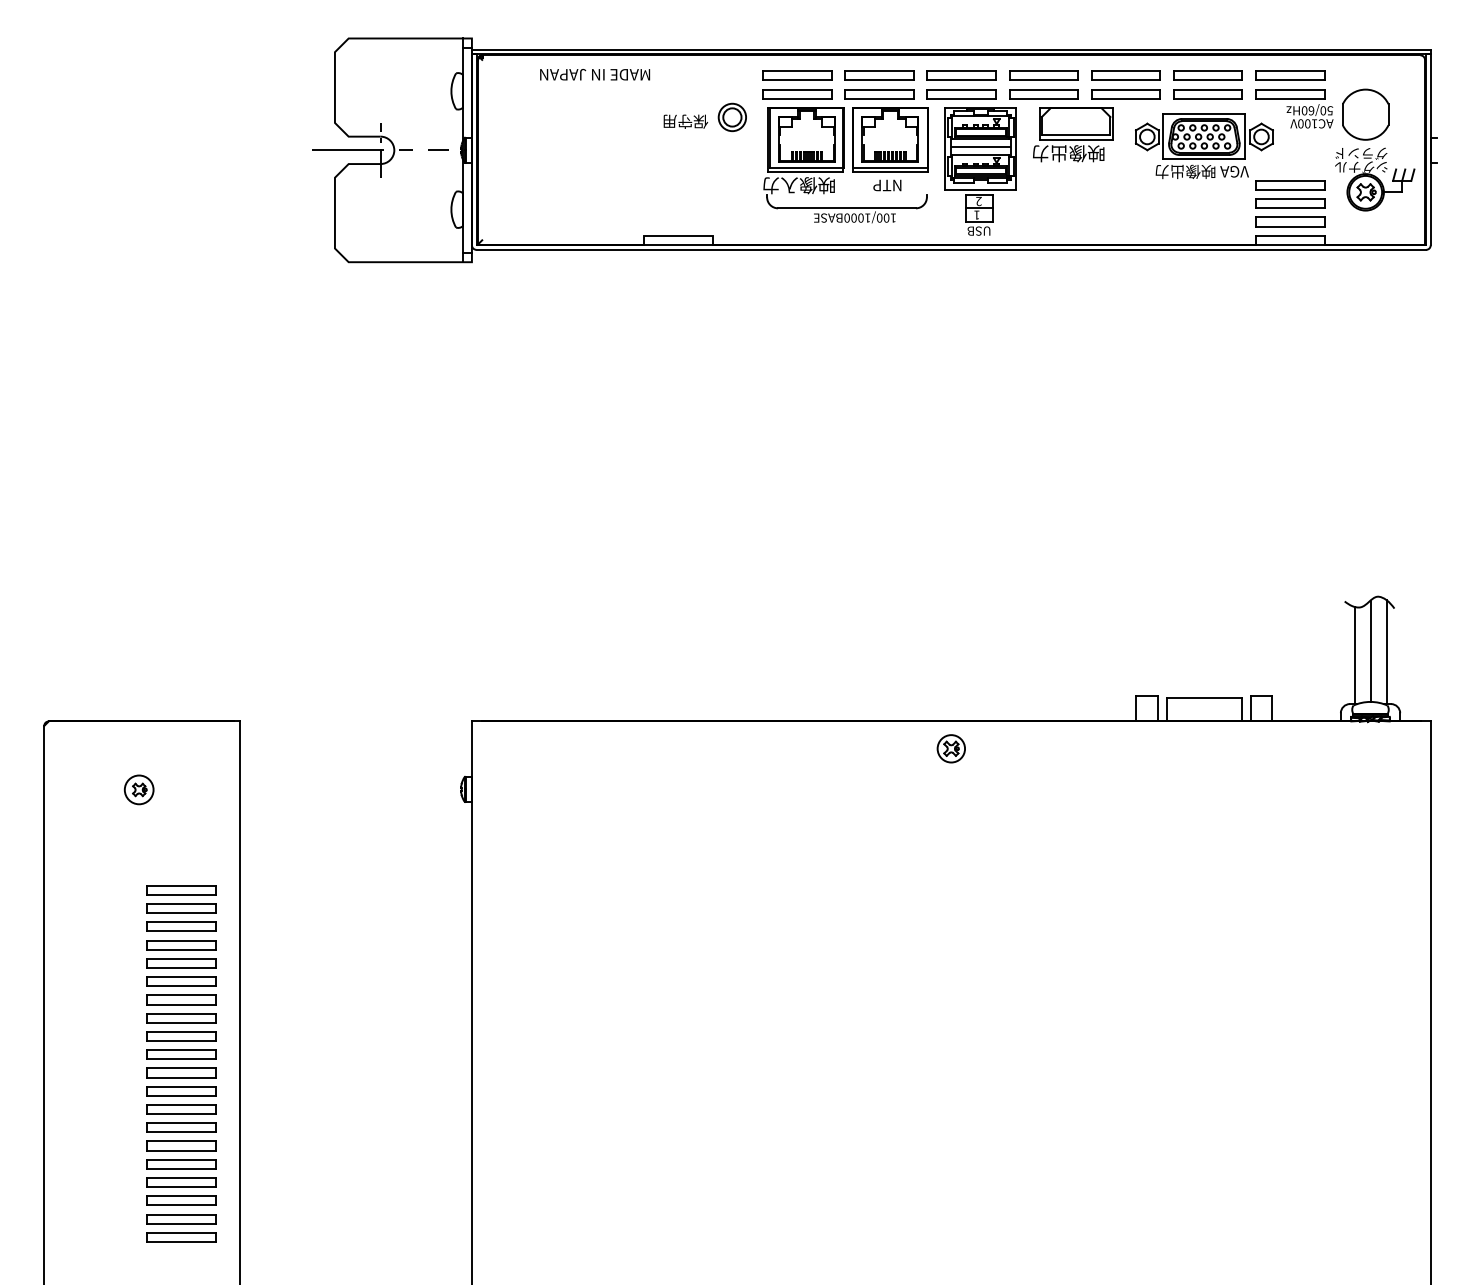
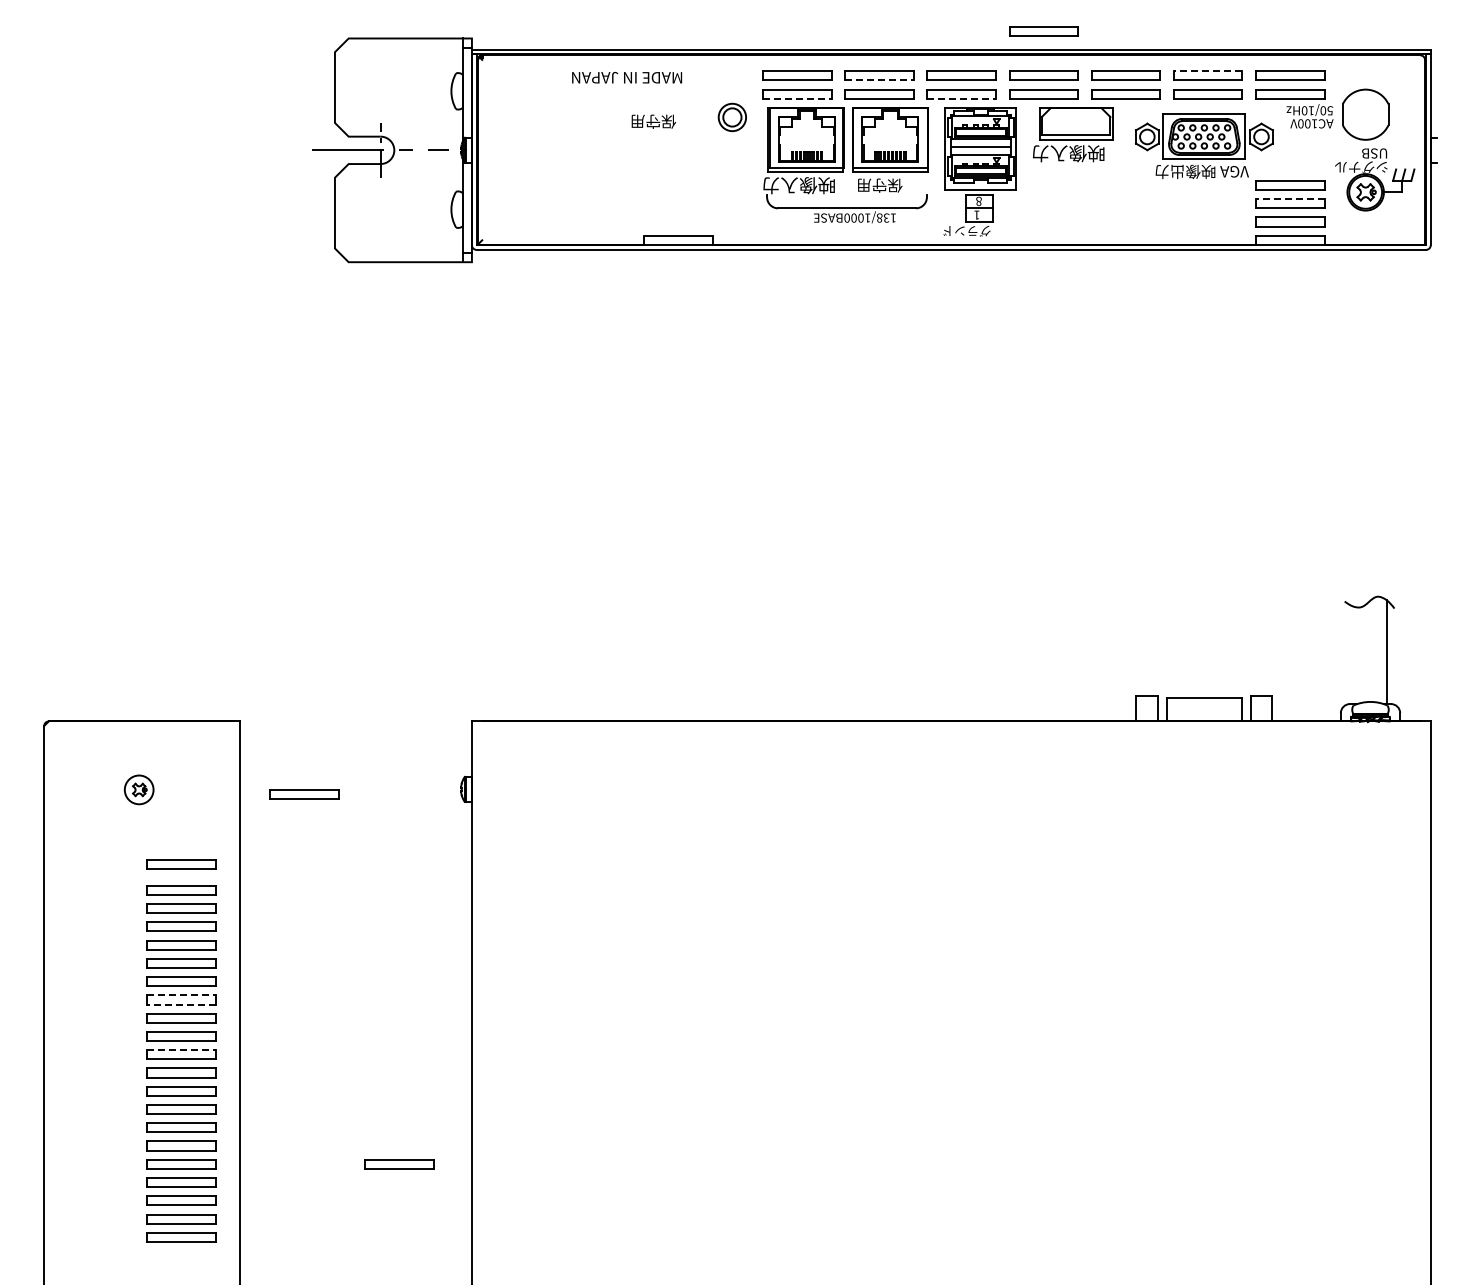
part at (1043, 31): none -> present
line at (1207, 71): solid -> dashed
text at (595, 74) position: (595, 74) -> (627, 77)
line at (879, 80): solid -> dashed
line at (797, 98): solid -> dashed
line at (962, 98): solid -> dashed
text at (1311, 110): 50/60Hz -> 50/10Hz
text at (685, 121) position: (685, 121) -> (653, 121)
text at (1058, 153): 映像出力 -> 映像入力
text at (1361, 153): グランド -> USB
text at (880, 185): NTP -> 保守用
line at (1289, 199): solid -> dashed
text at (978, 200): 2 -> 8
text at (882, 217): 100/1000BASE -> 138/1000BASE
text at (966, 230): USB -> グランド
line at (1370, 650): present -> none
line at (1354, 655): present -> none
part at (950, 748): present -> none
part at (304, 794): none -> present
part at (181, 864): none -> present
line at (182, 995): solid -> dashed
line at (181, 1004): solid -> dashed
line at (182, 1050): solid -> dashed
part at (399, 1164): none -> present
